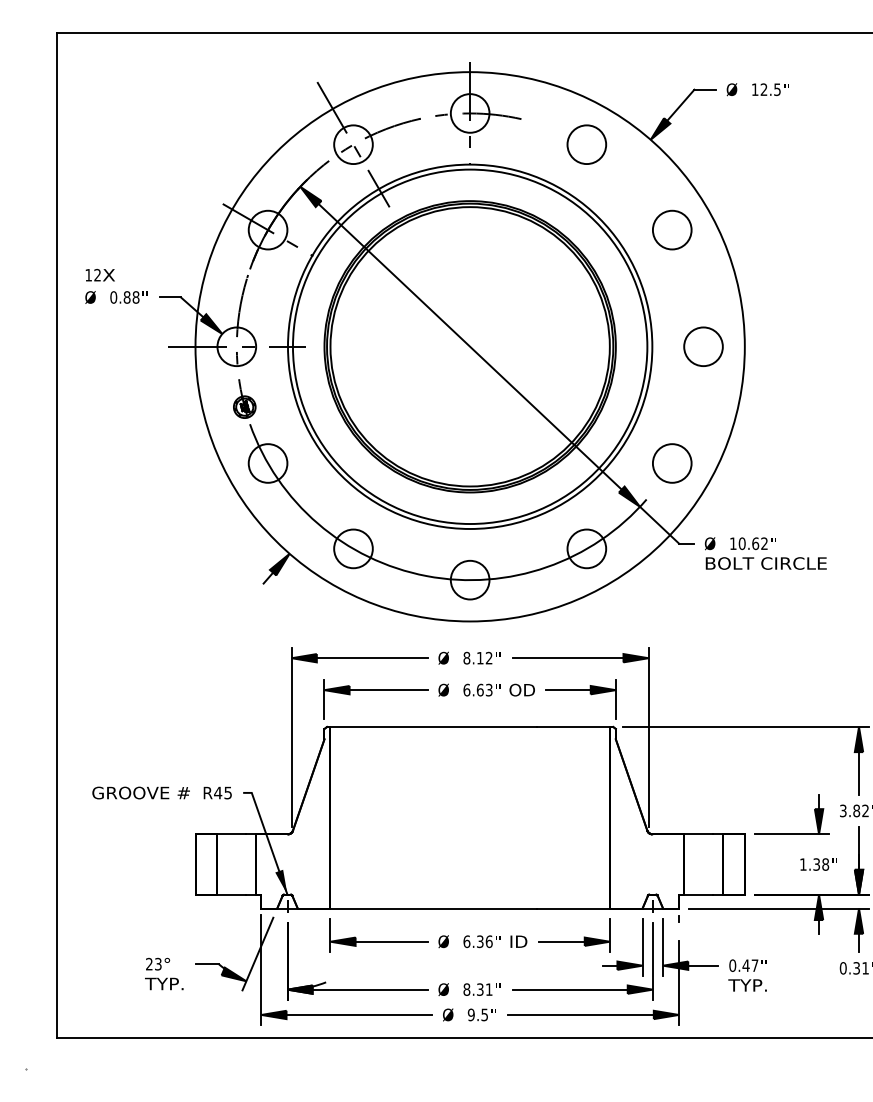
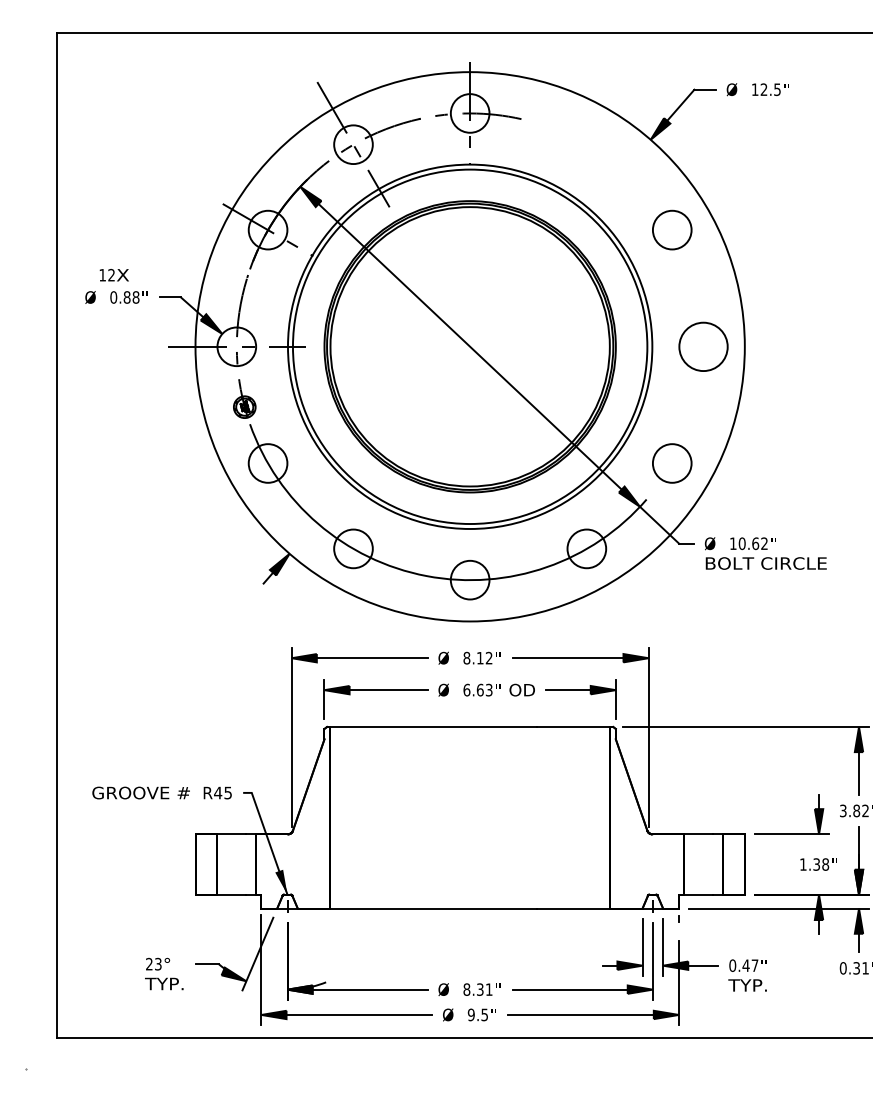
circle at (586, 144): present -> none
text at (99, 275) position: (99, 275) -> (113, 275)
circle at (703, 346) size: 41x41 px -> 51x51 px
part at (469, 935): present -> none
